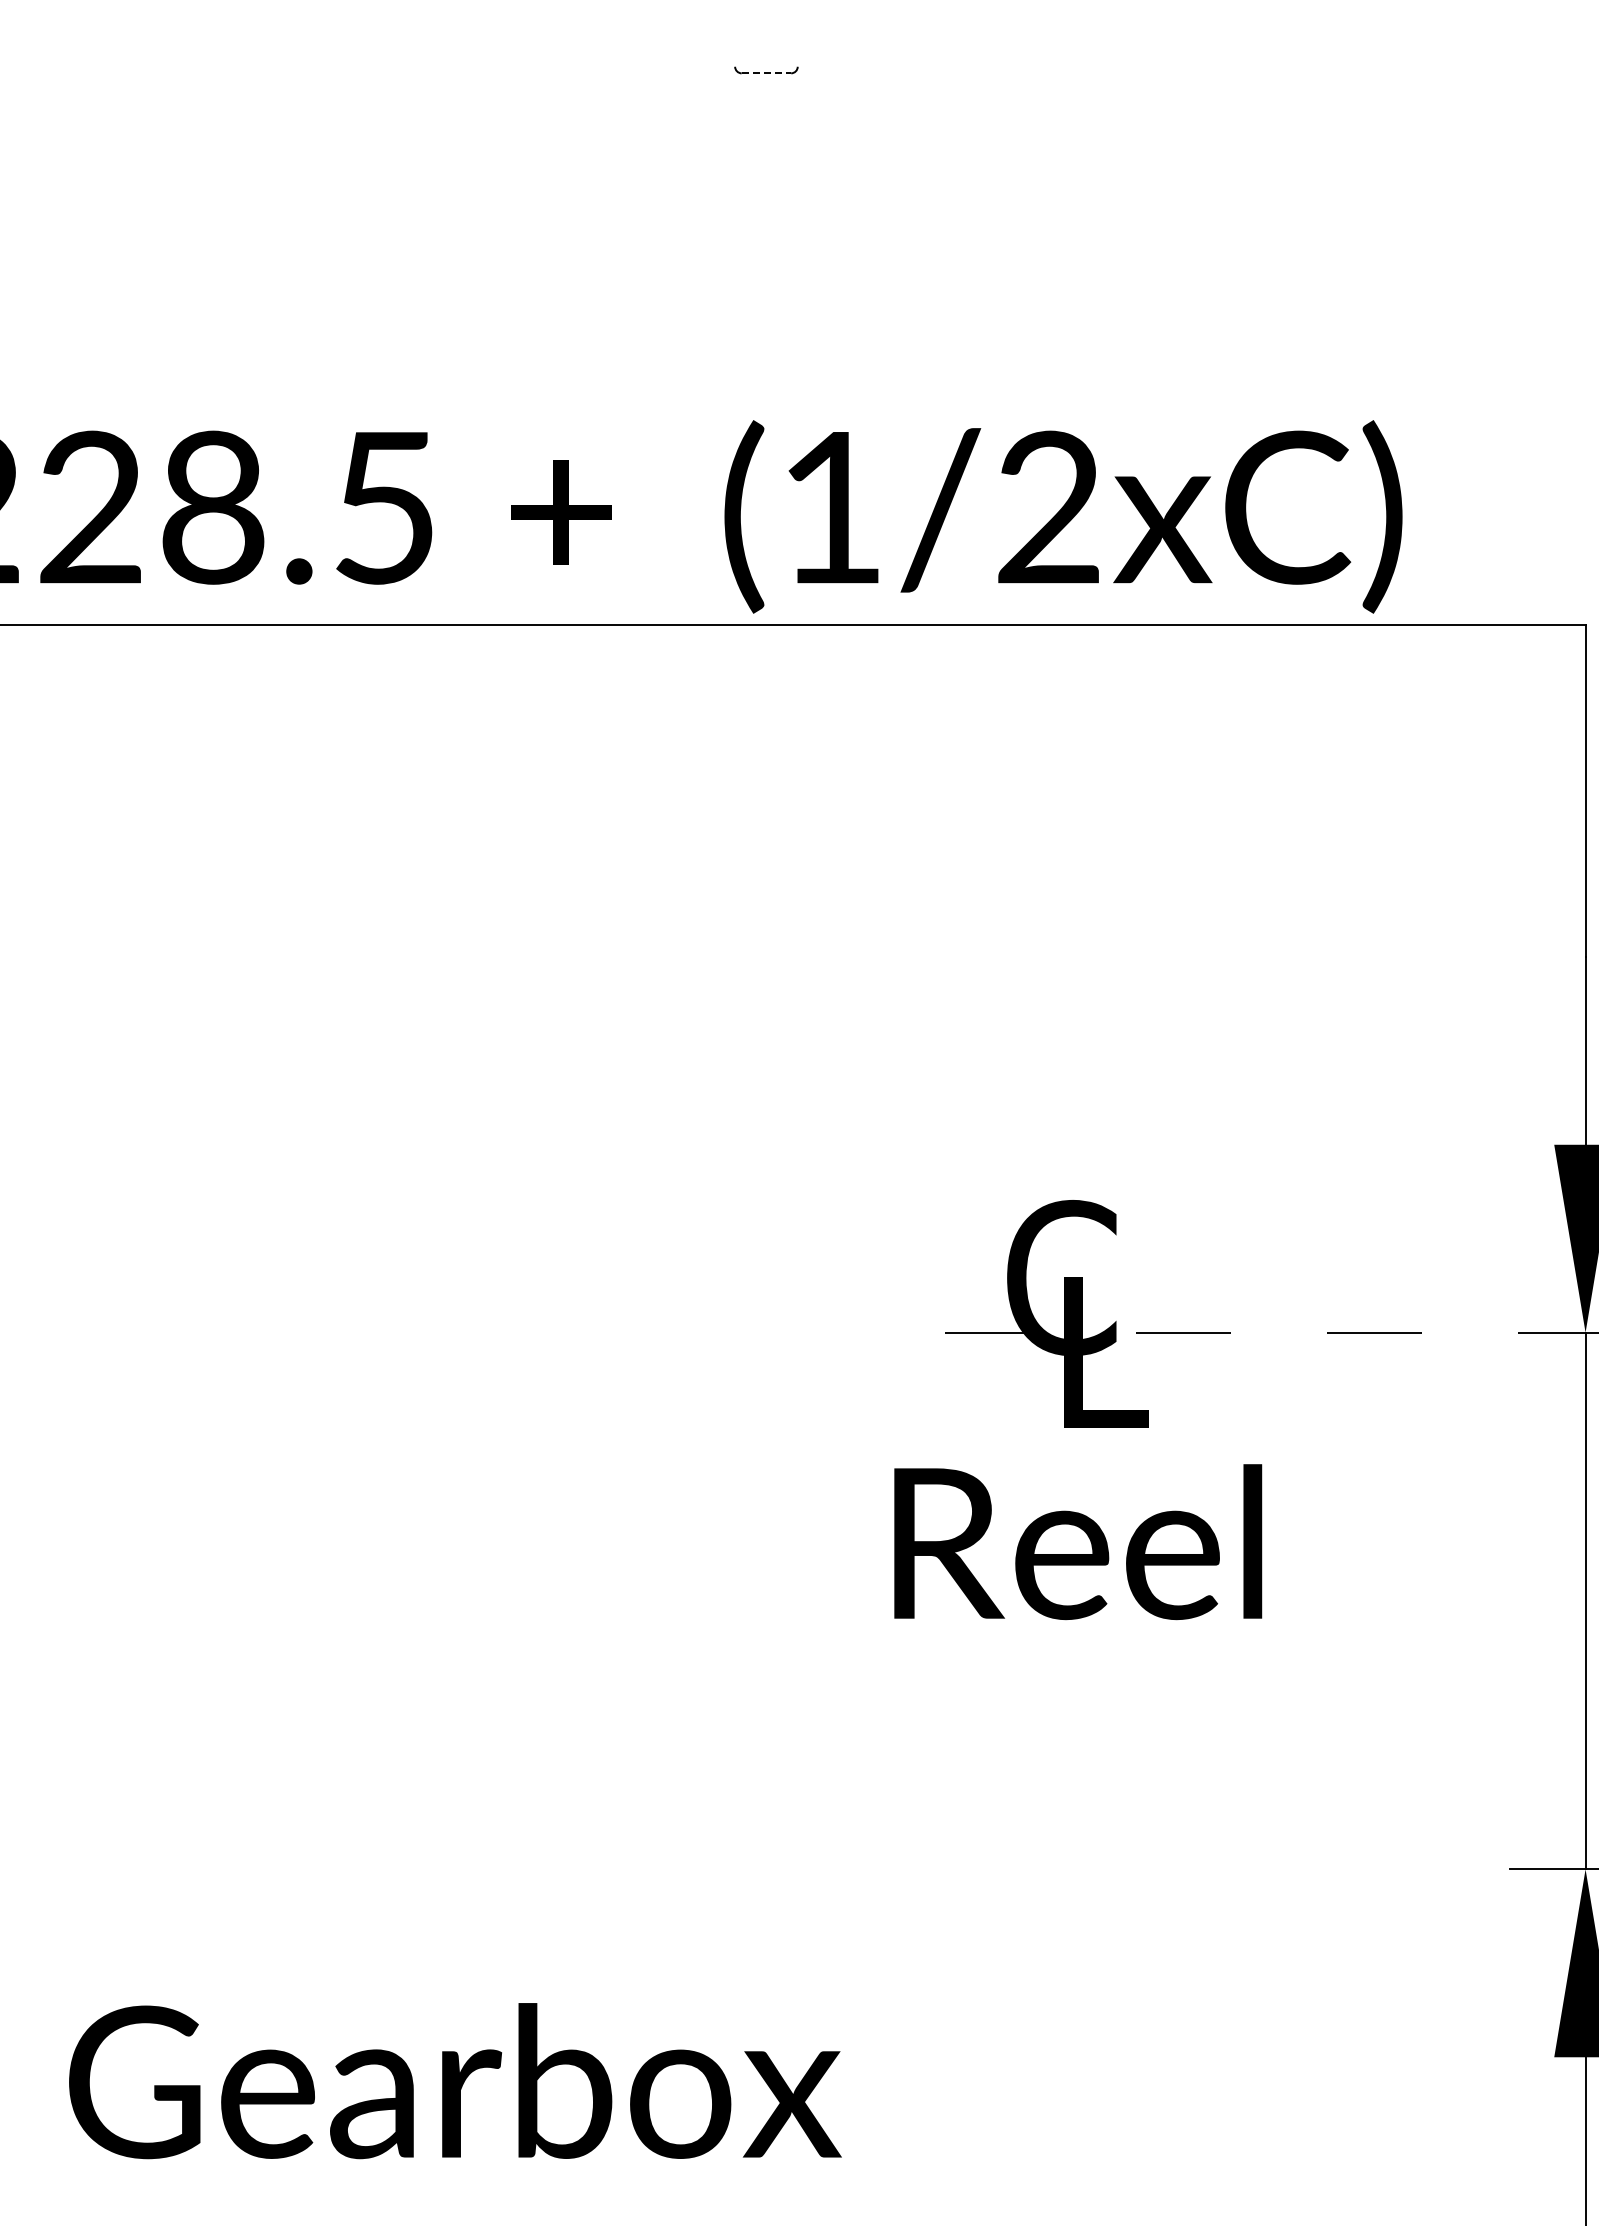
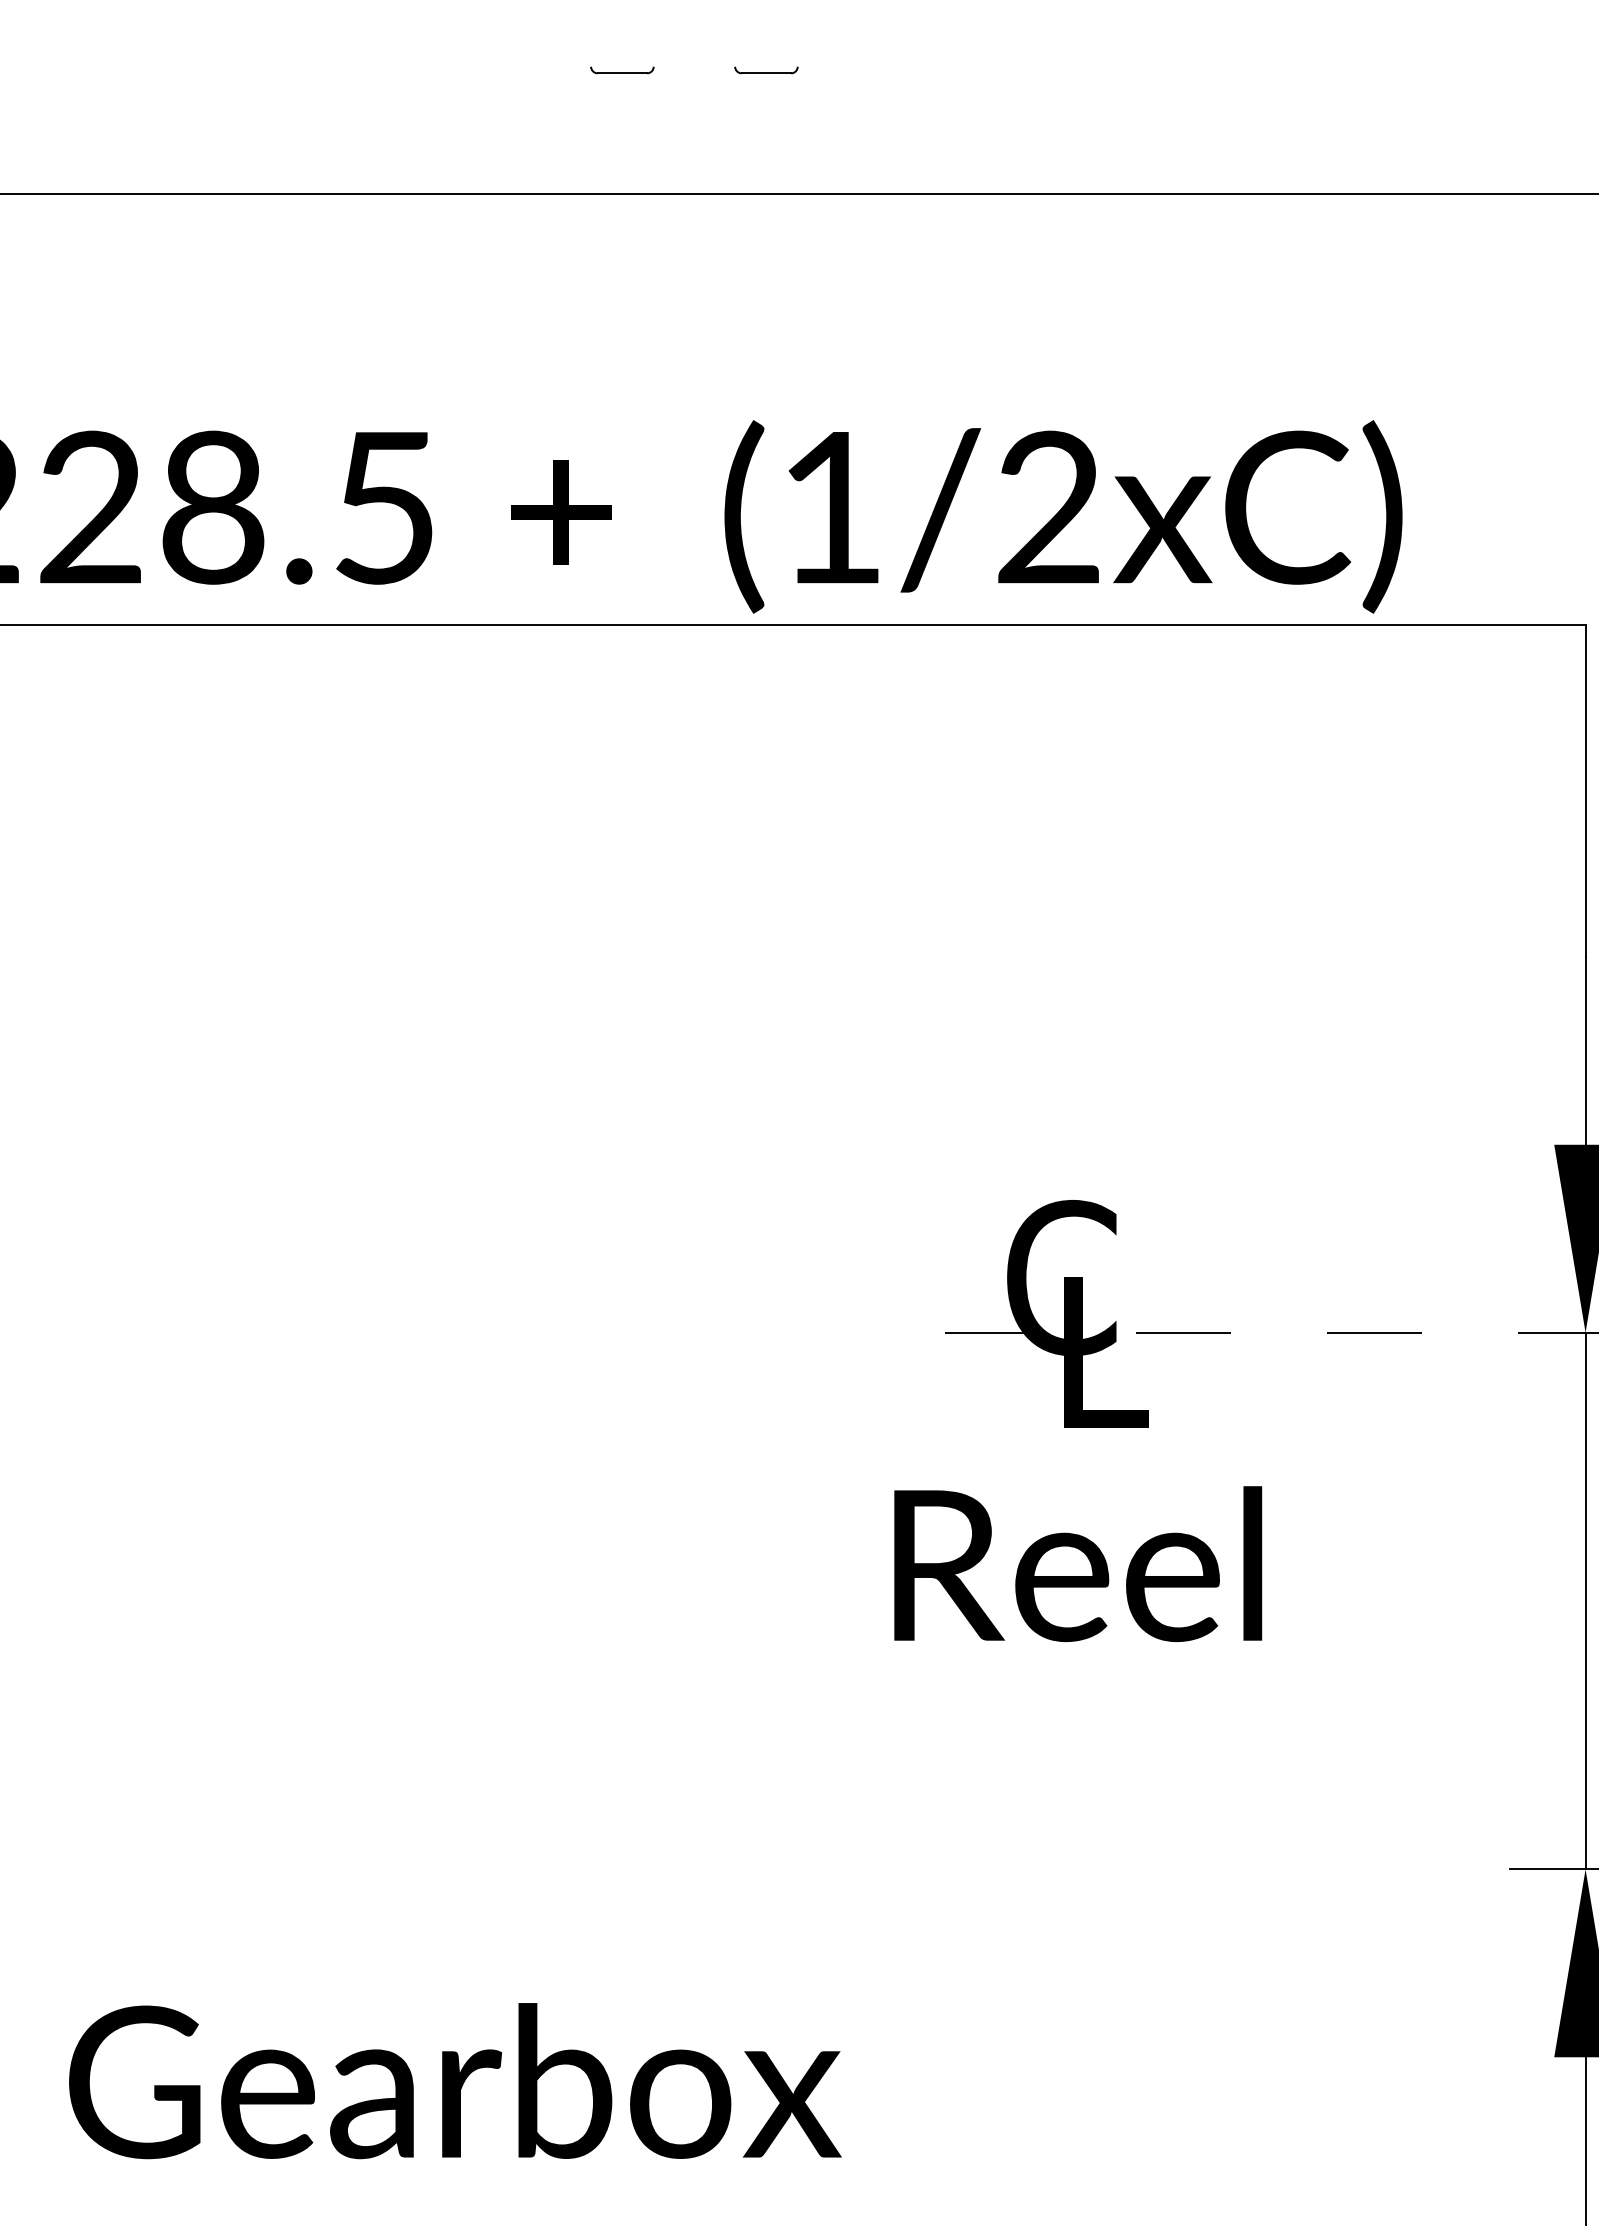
part at (622, 70): none -> present
line at (766, 73): dashed -> solid
line at (798, 193): none -> present
text at (1078, 1542) position: (1078, 1542) -> (1078, 1564)
